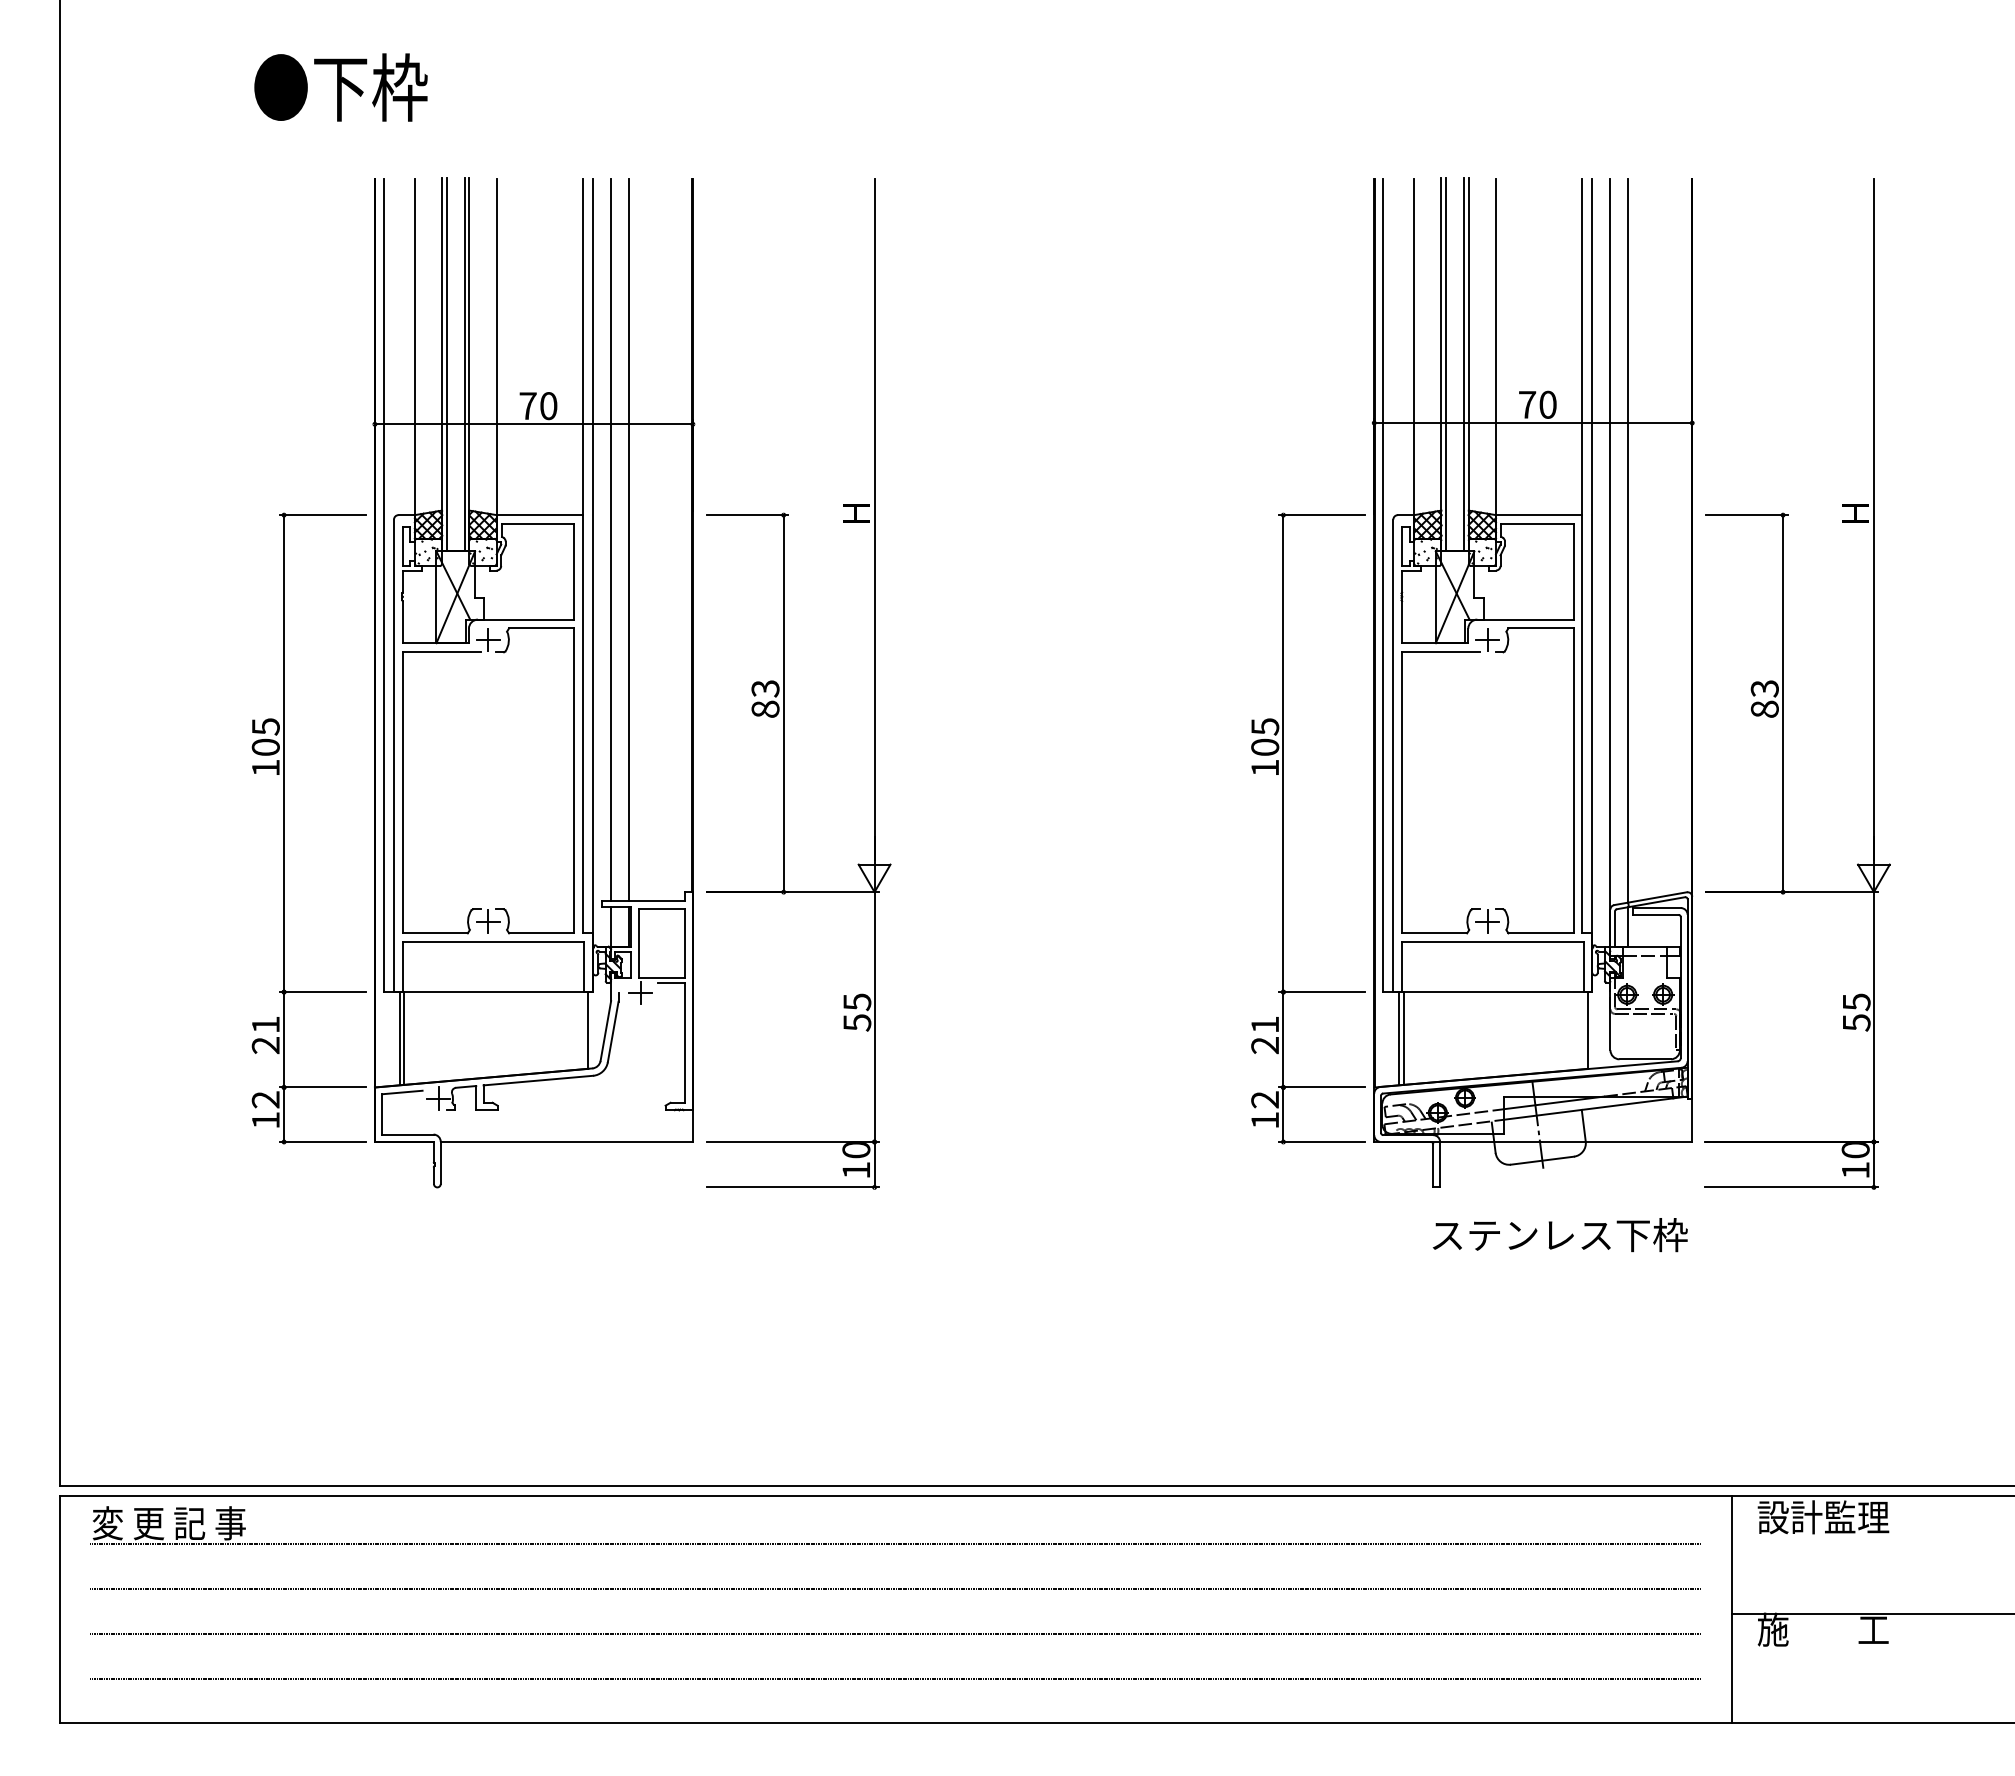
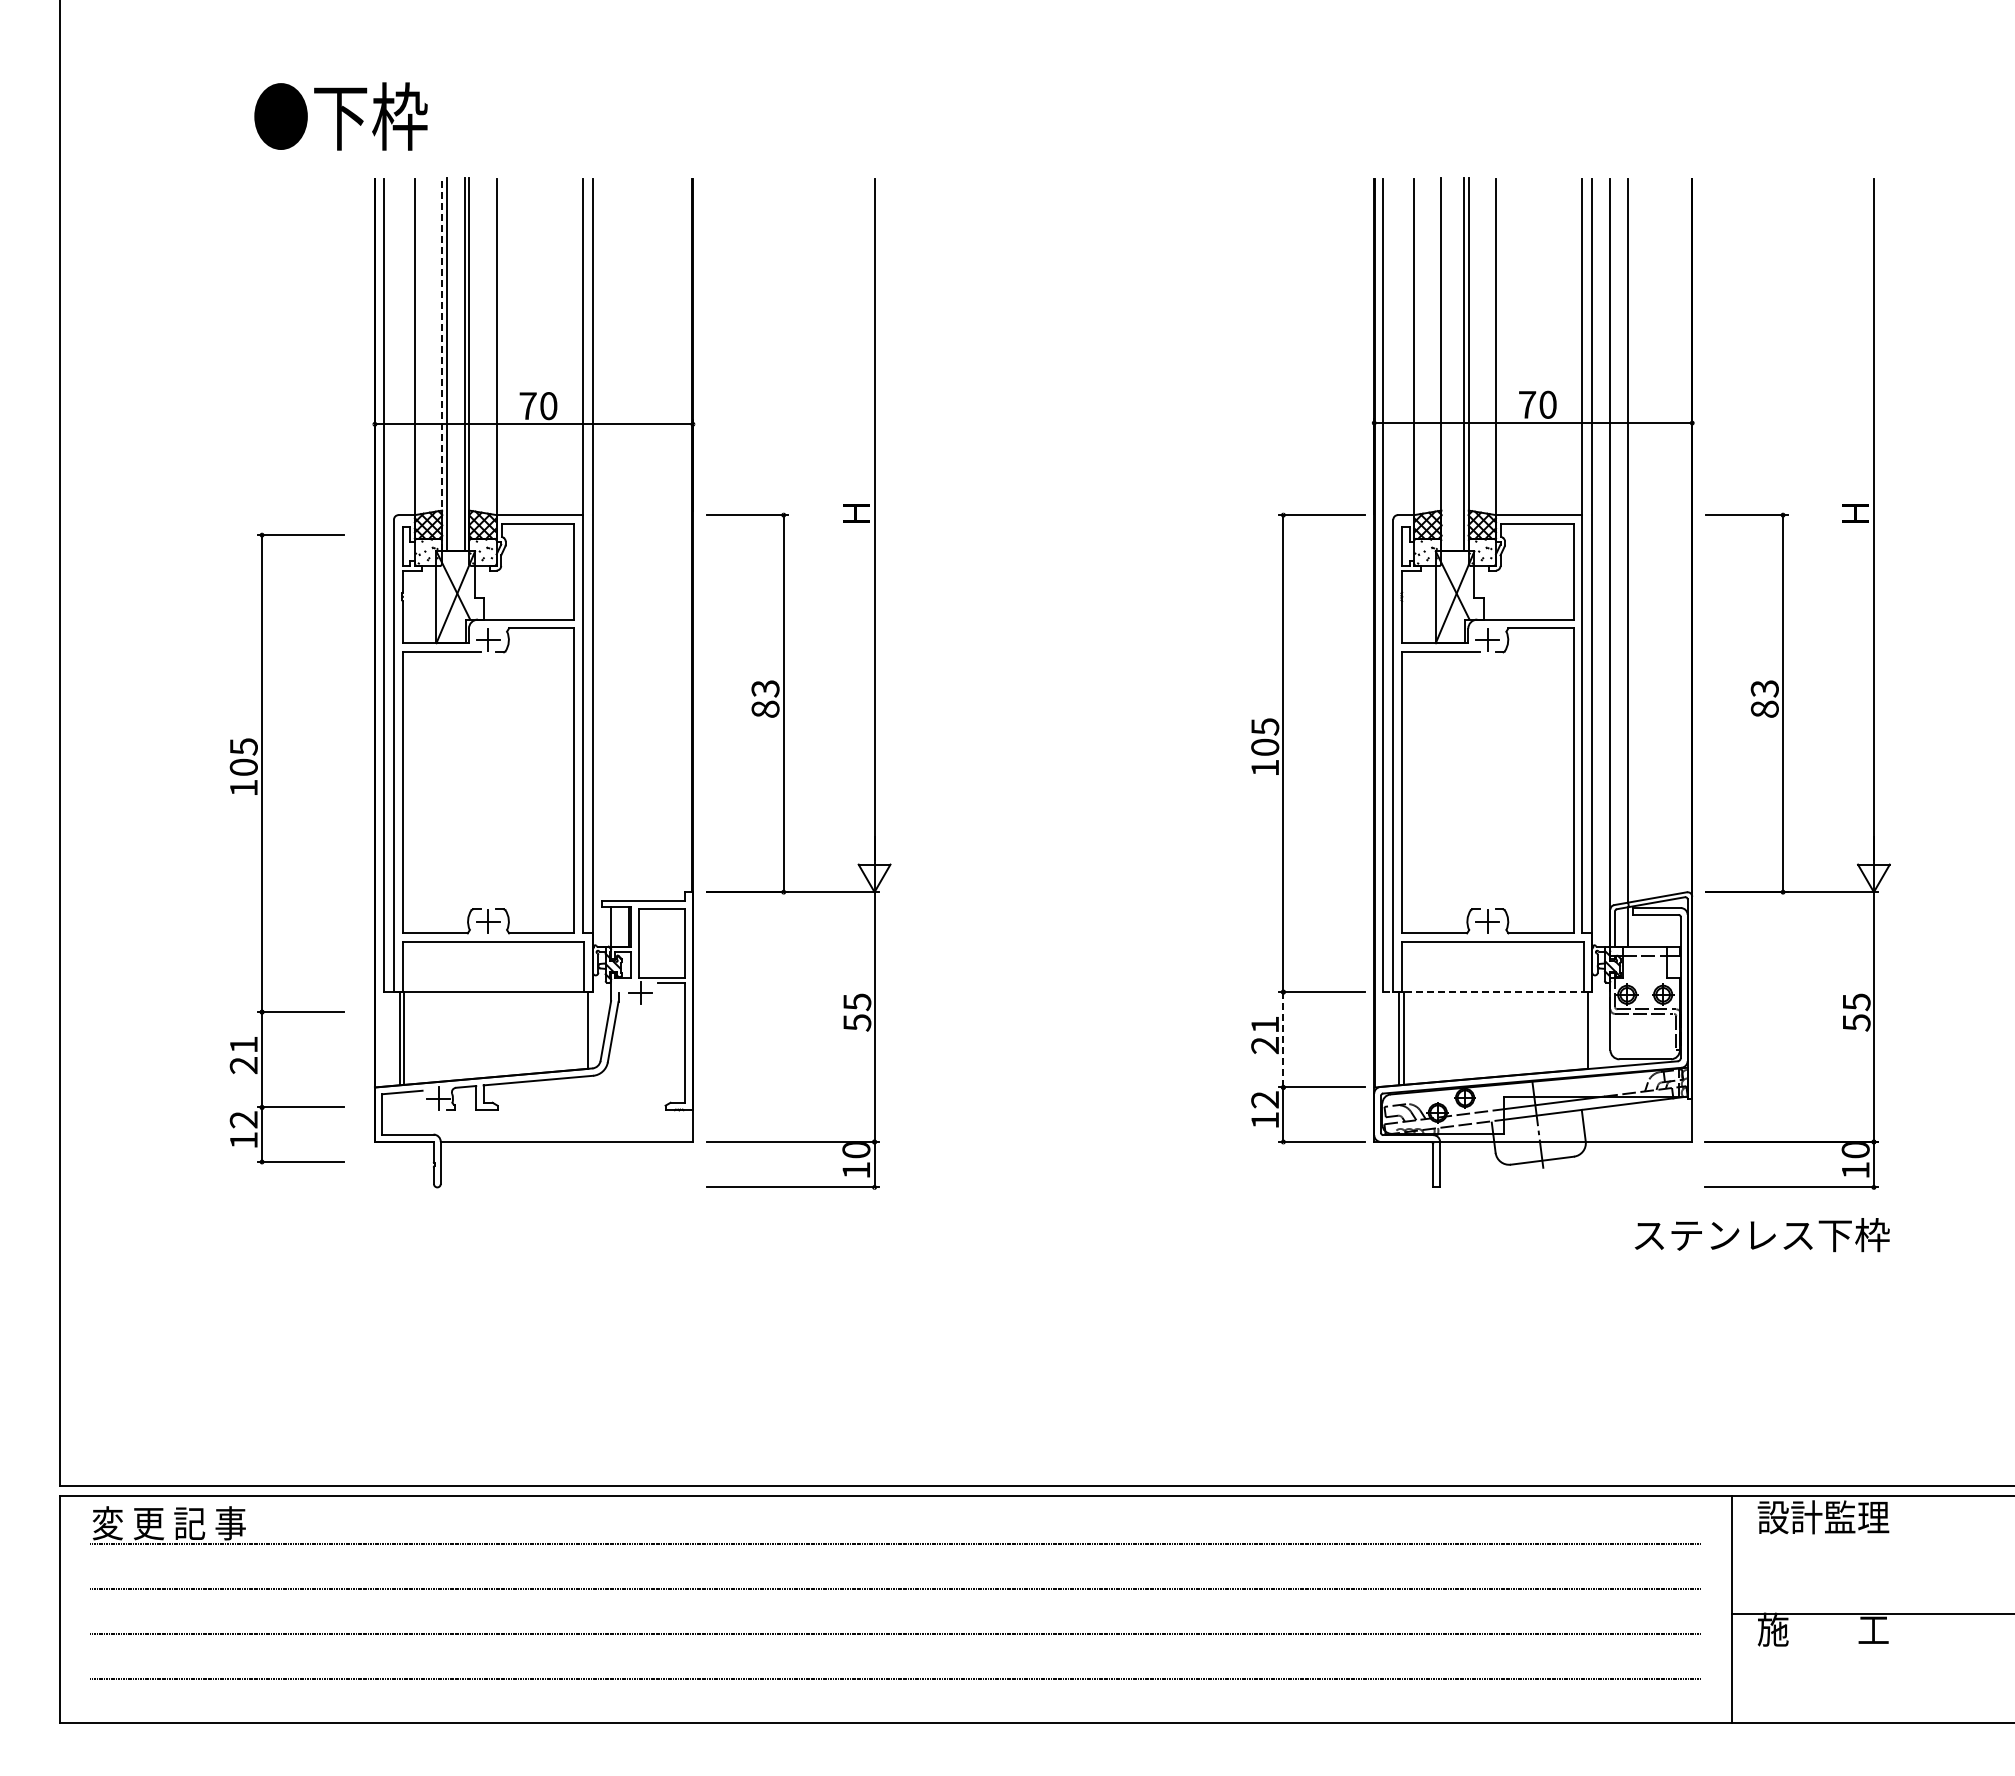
text at (340, 87) position: (340, 87) -> (340, 116)
line at (442, 364): solid -> dashed
line at (1446, 364): present -> none
line at (611, 540): present -> none
line at (628, 540): present -> none
part at (284, 828) position: (284, 828) -> (262, 848)
line at (1488, 992): solid -> dashed
line at (1283, 1039): solid -> dashed
text at (1559, 1235) position: (1559, 1235) -> (1761, 1235)
